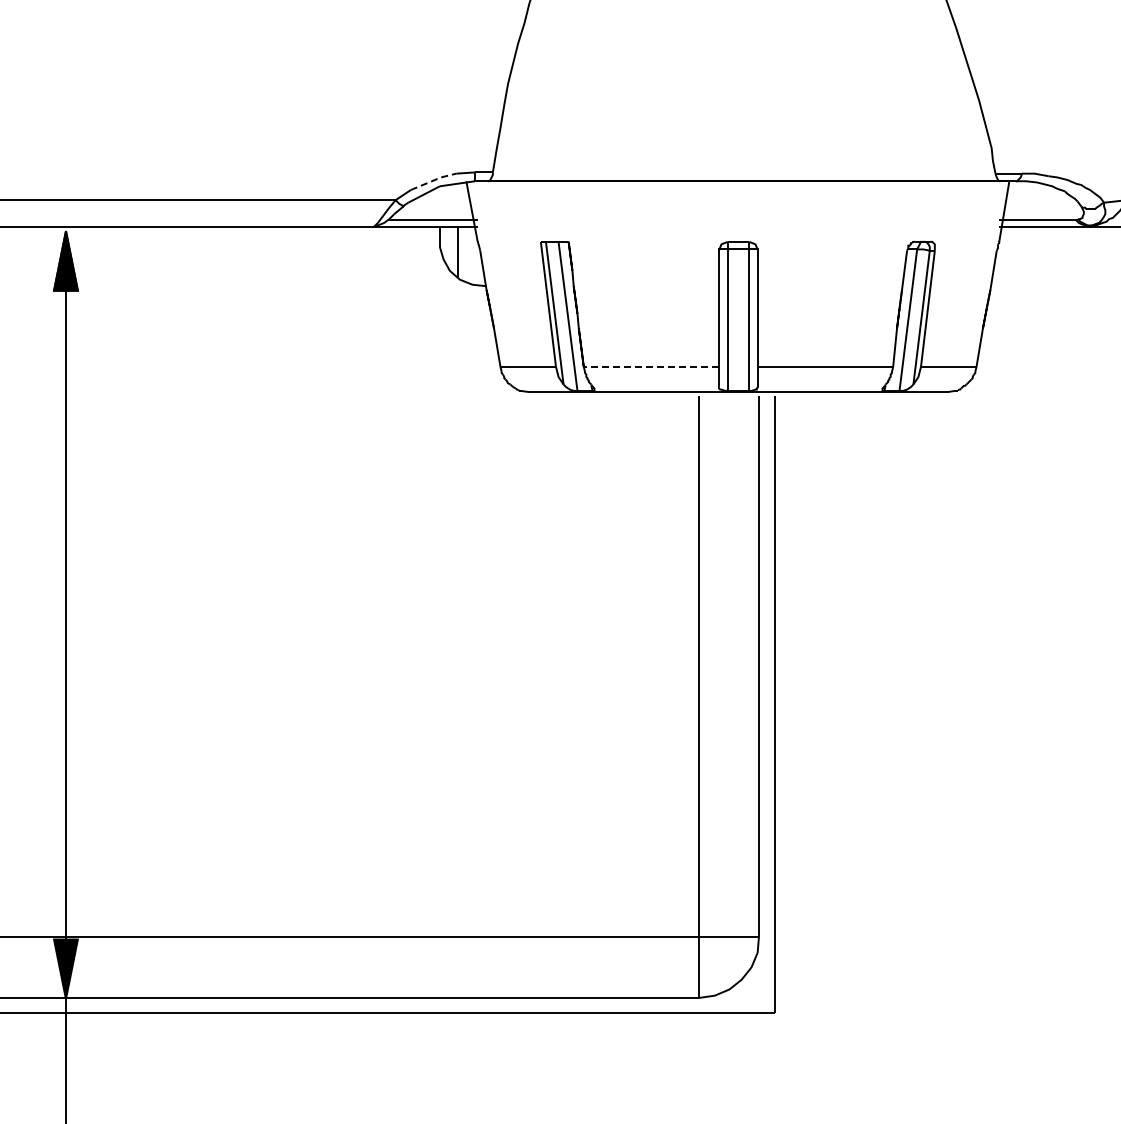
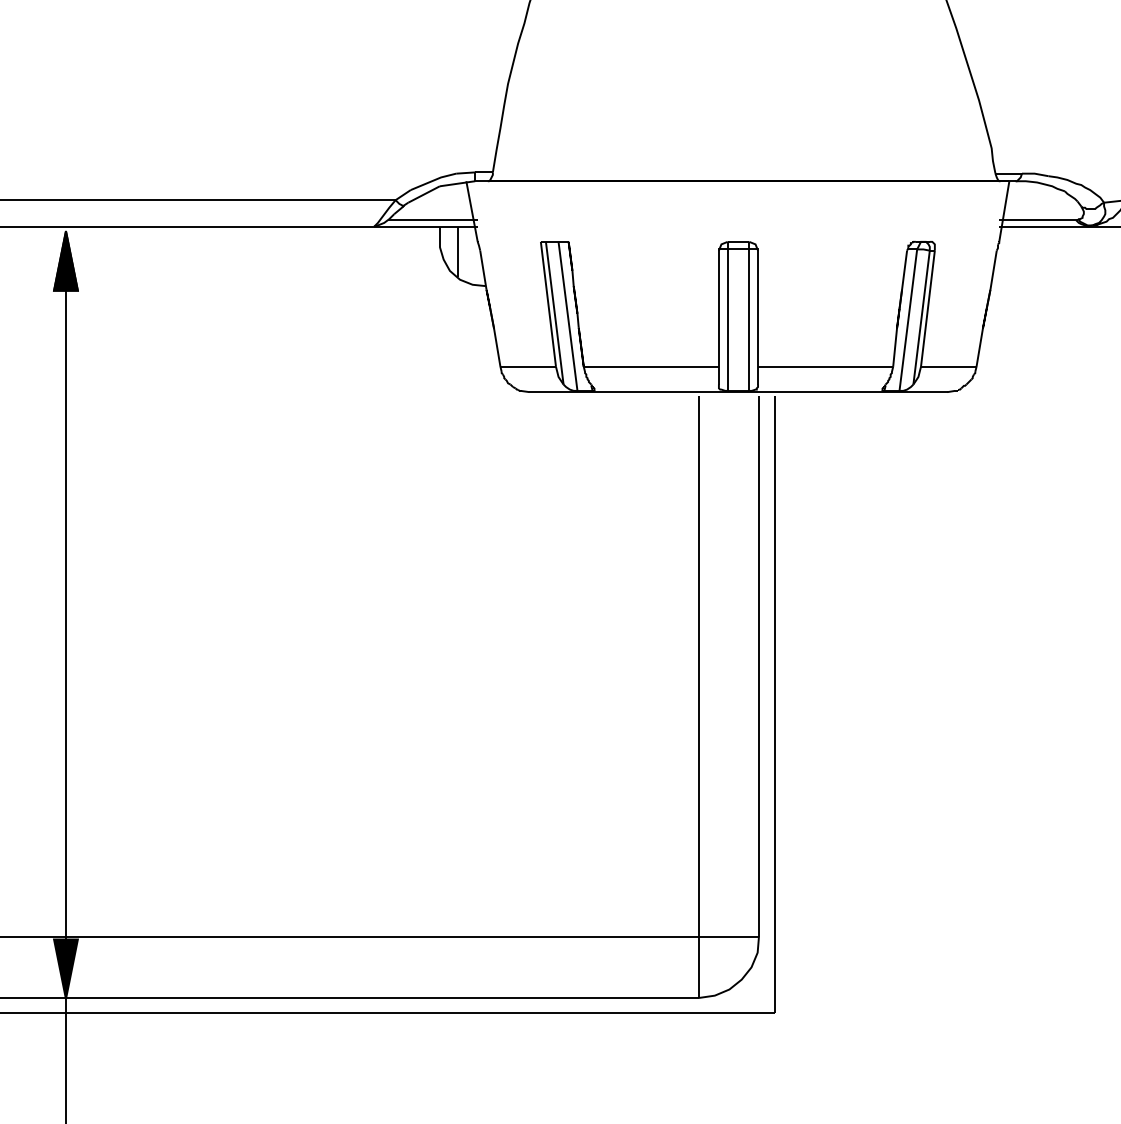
line at (433, 180): dashed -> solid
line at (651, 366): dashed -> solid
